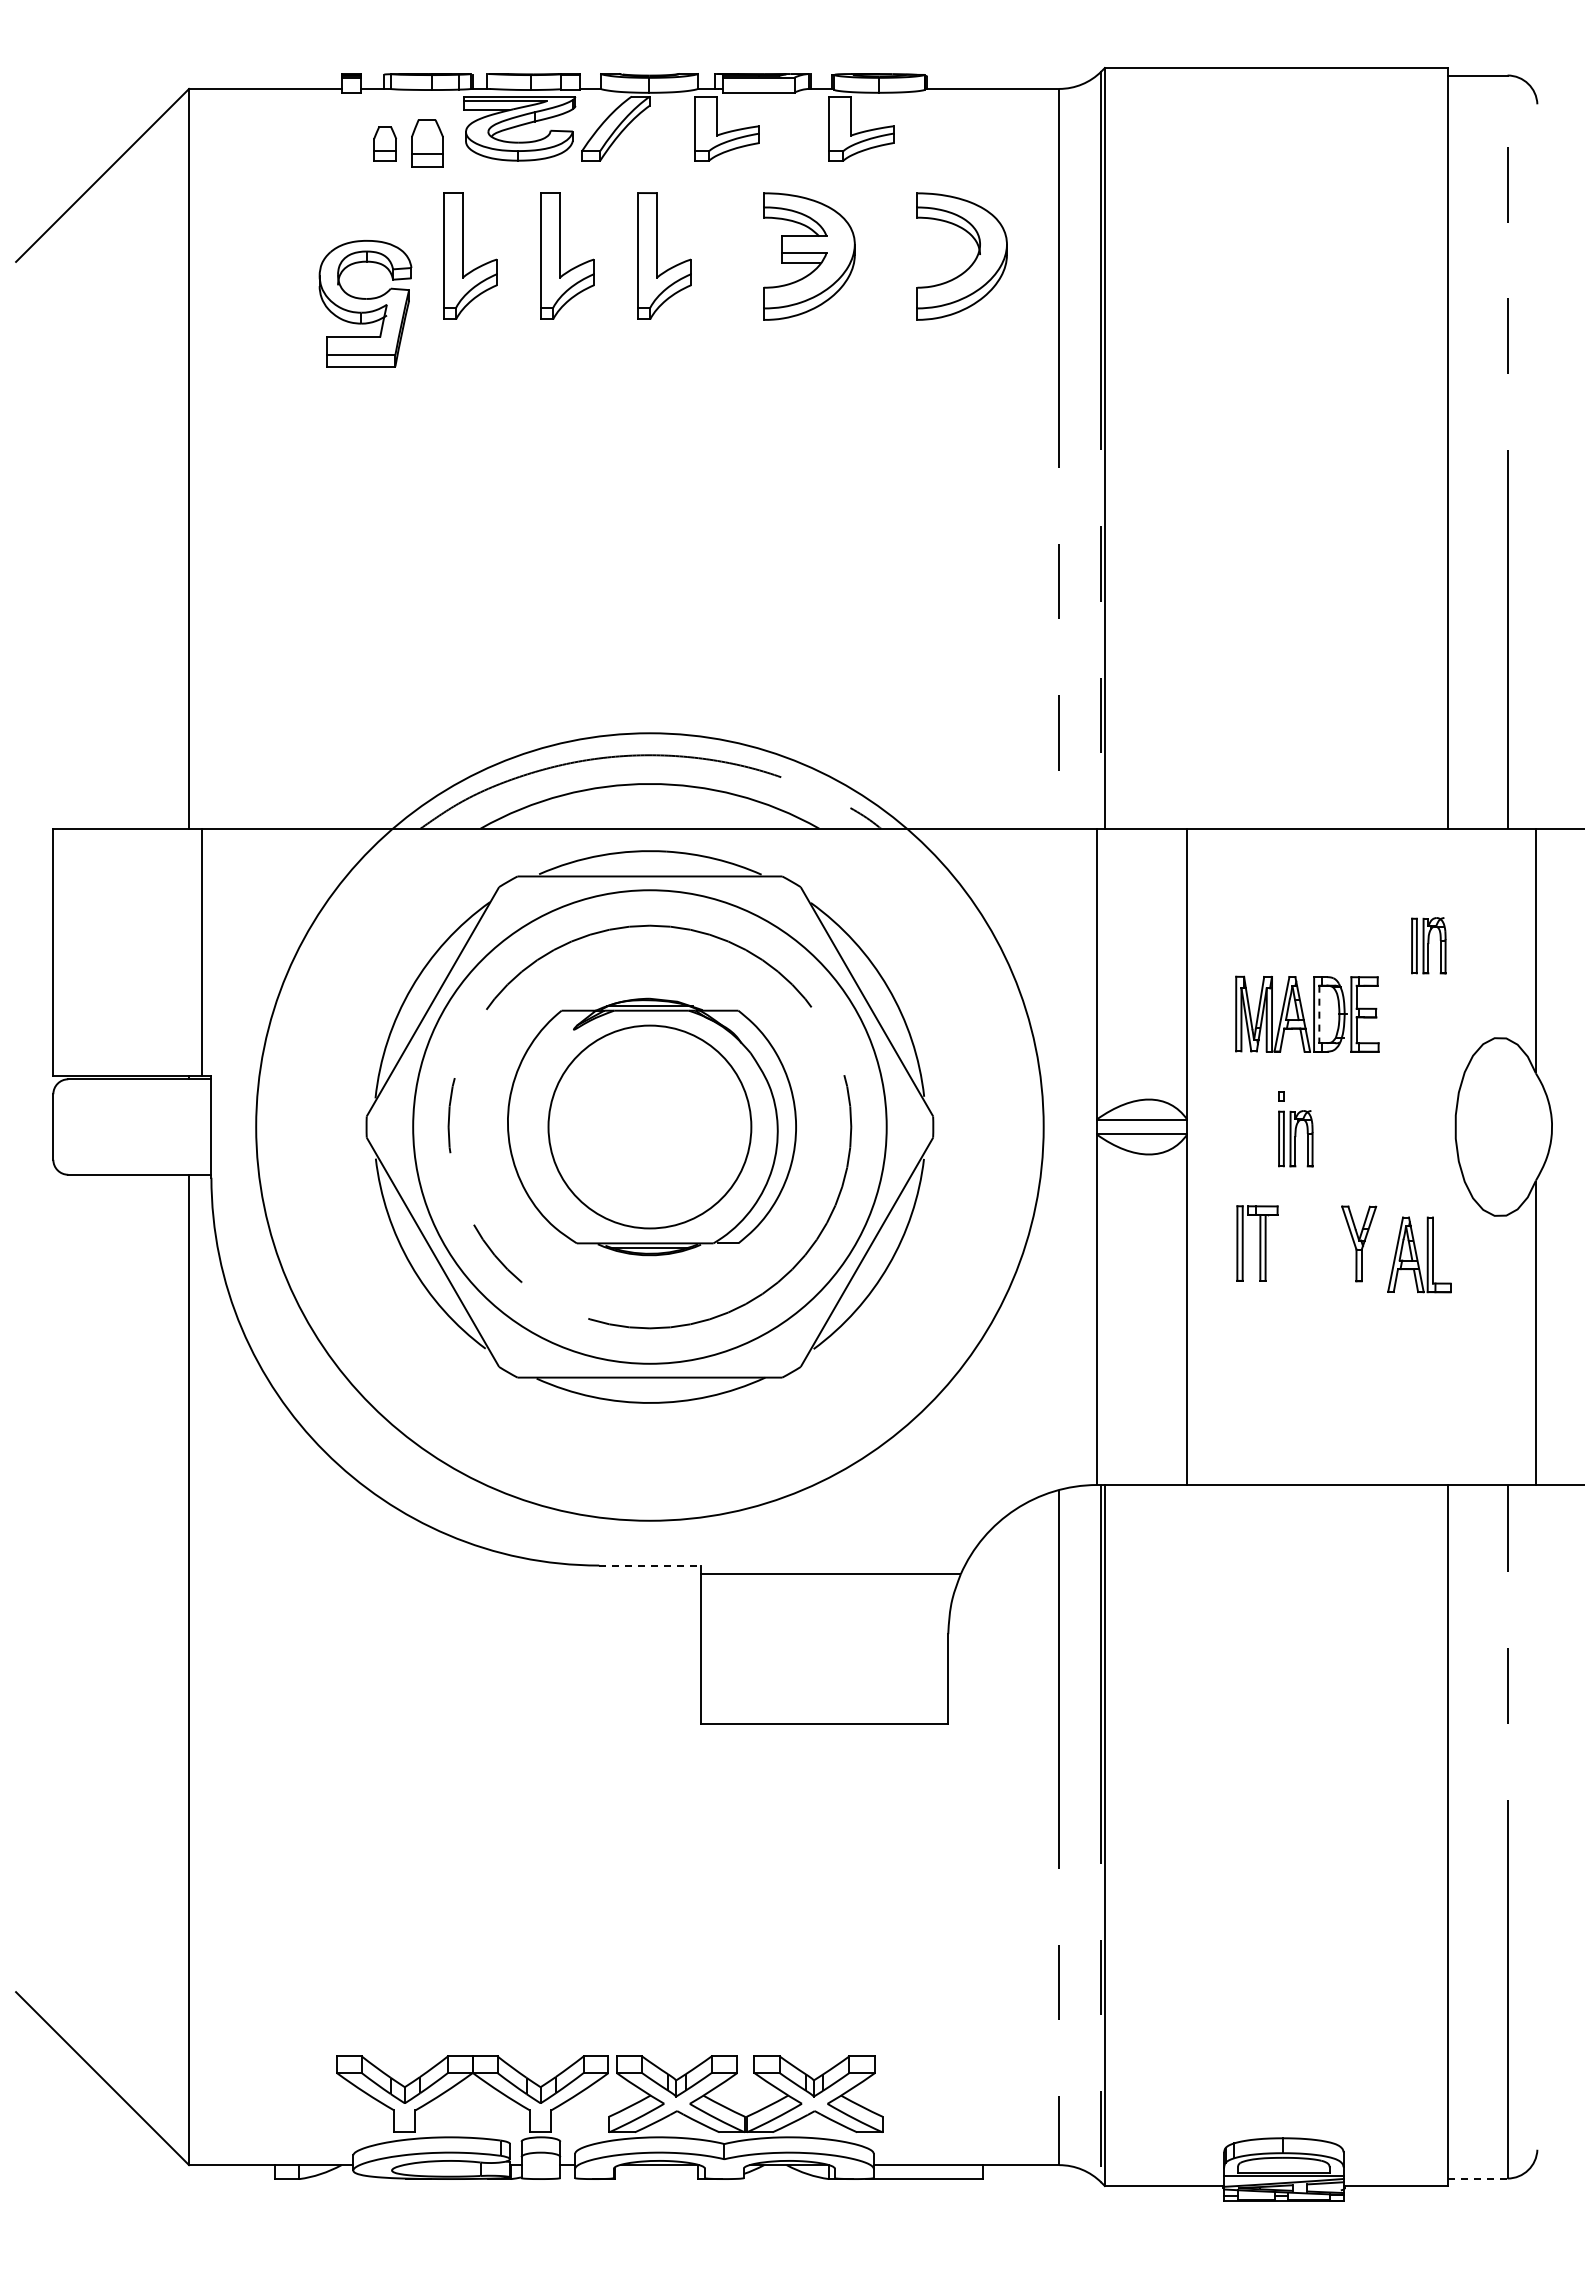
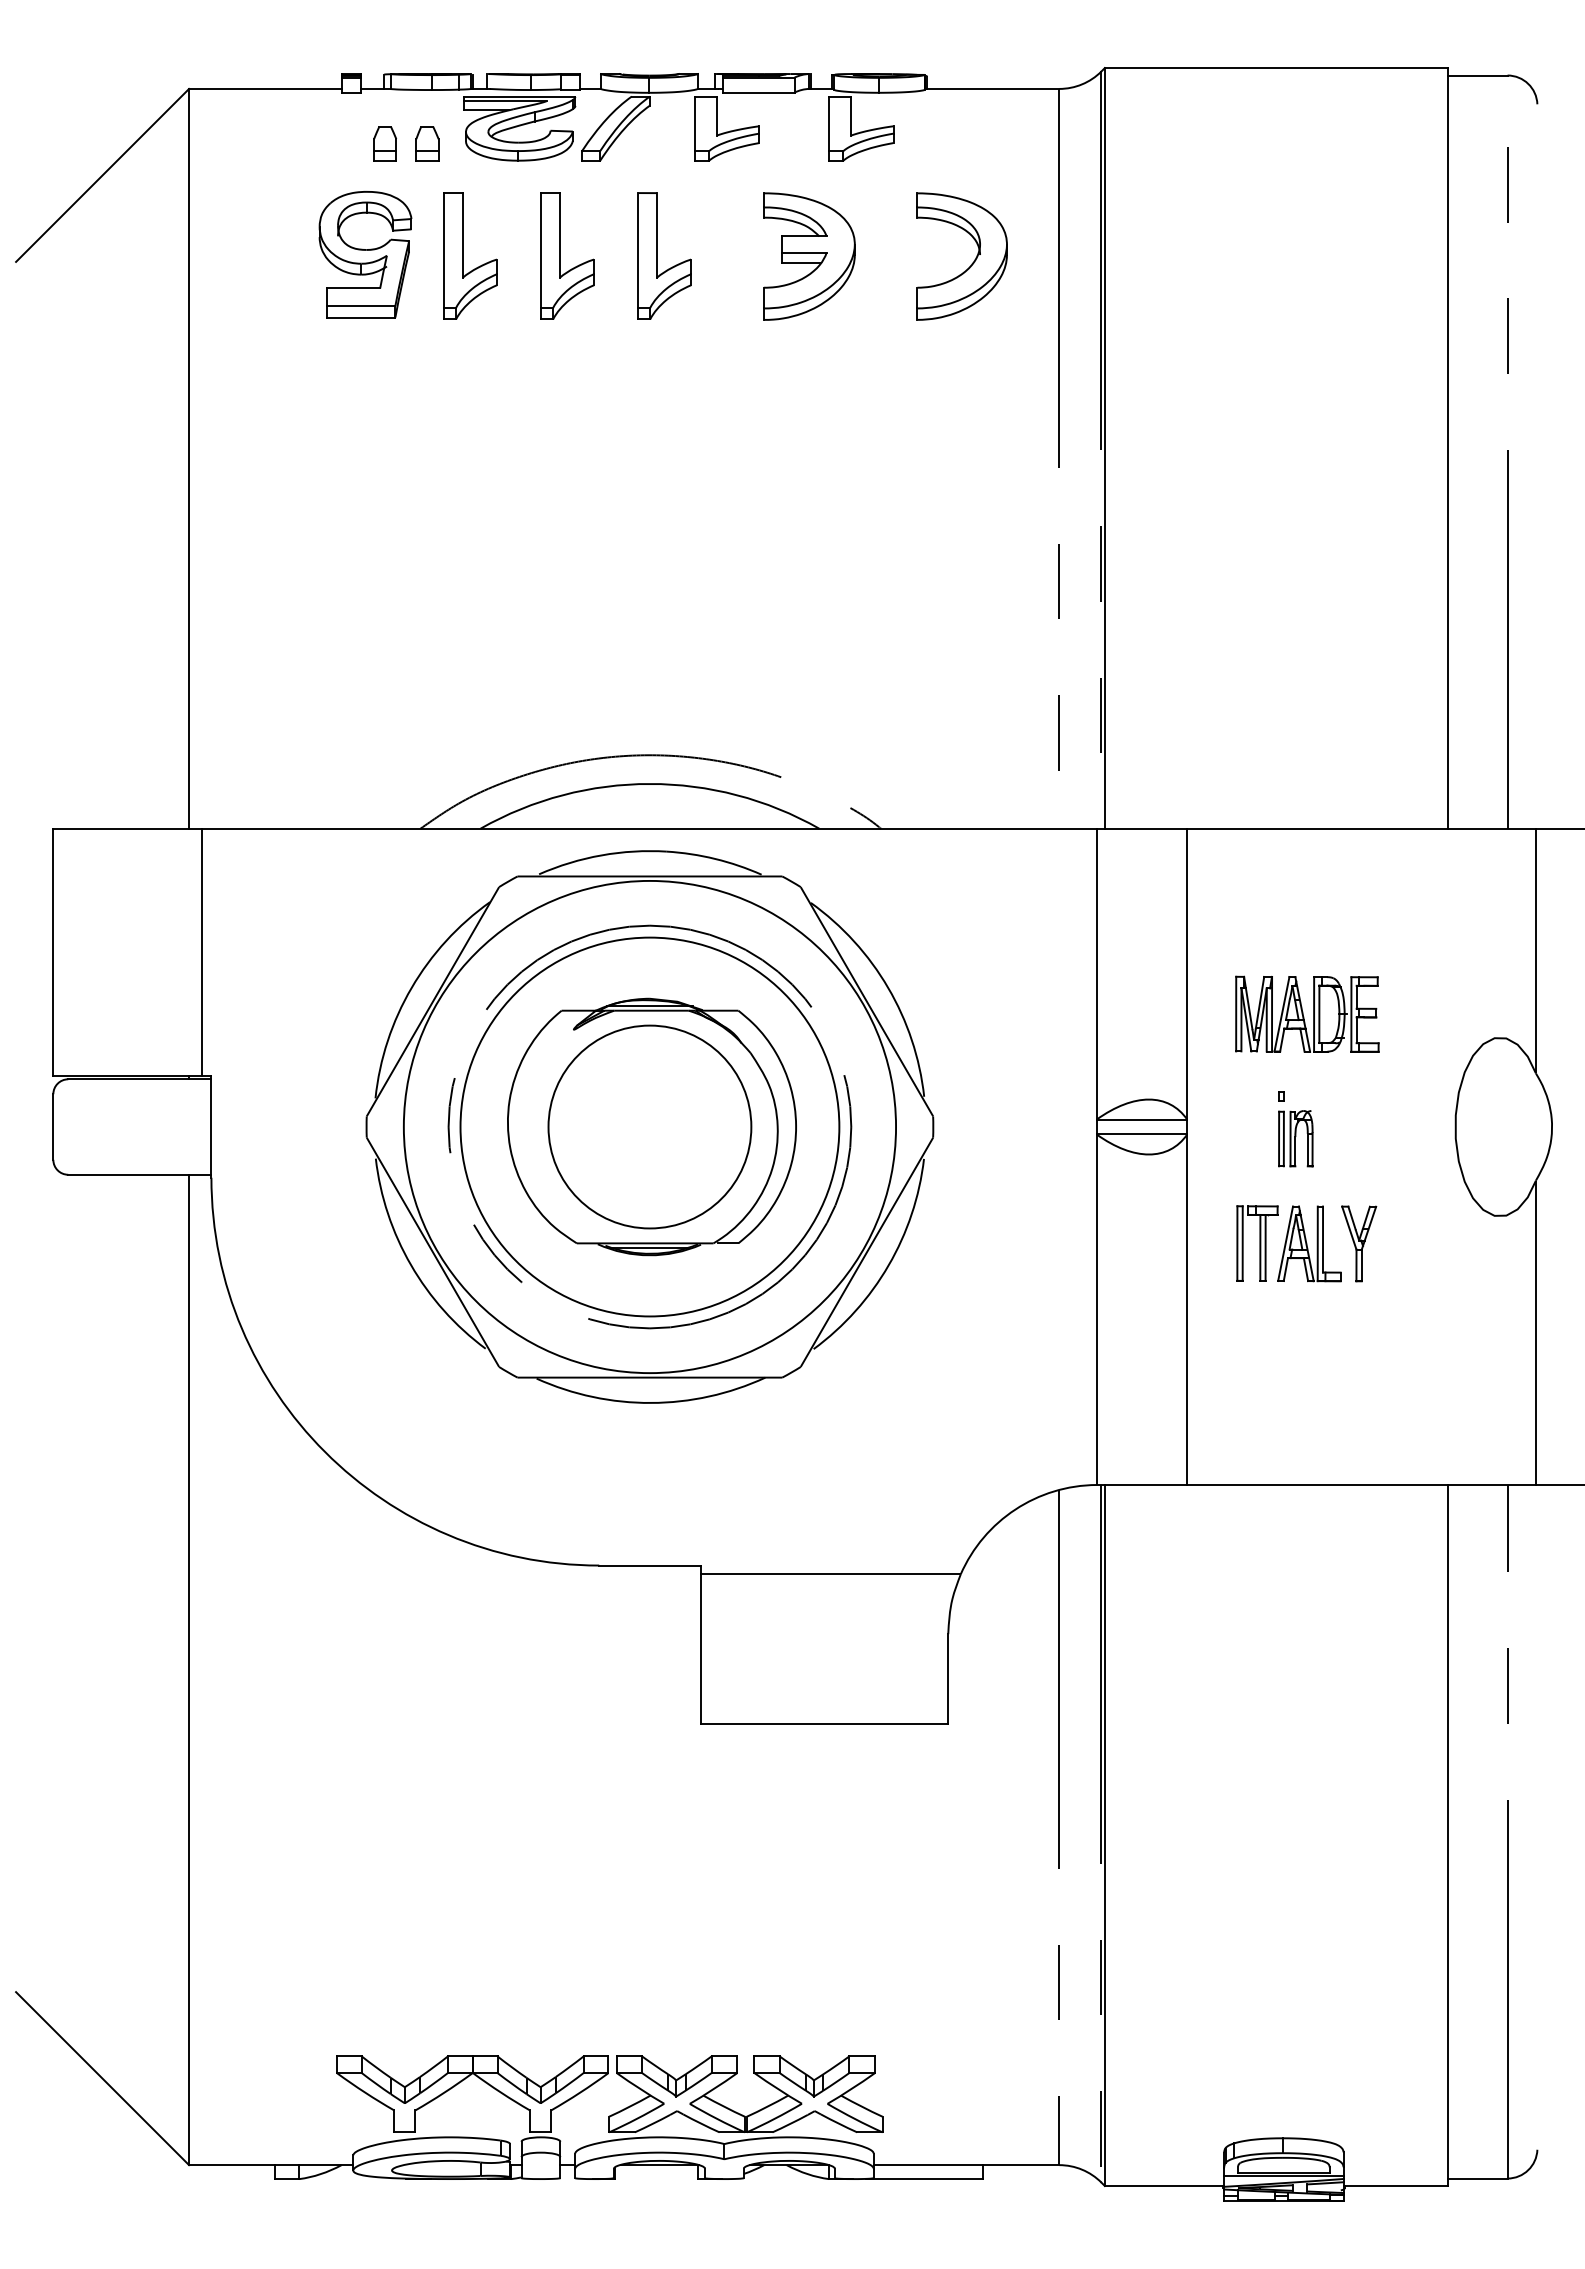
part at (427, 143) size: 33x49 px -> 25x36 px
part at (365, 303) position: (365, 303) -> (365, 254)
part at (1428, 945): present -> none
line at (1319, 1014): dashed -> solid
circle at (649, 1126) diameter: 474 px -> 379 px
circle at (649, 1126) diameter: 788 px -> 492 px
part at (1419, 1254) position: (1419, 1254) -> (1309, 1243)
line at (649, 1565): dashed -> solid
line at (1477, 2178): dashed -> solid
